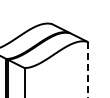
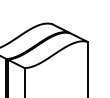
line at (87, 69): dashed -> solid
